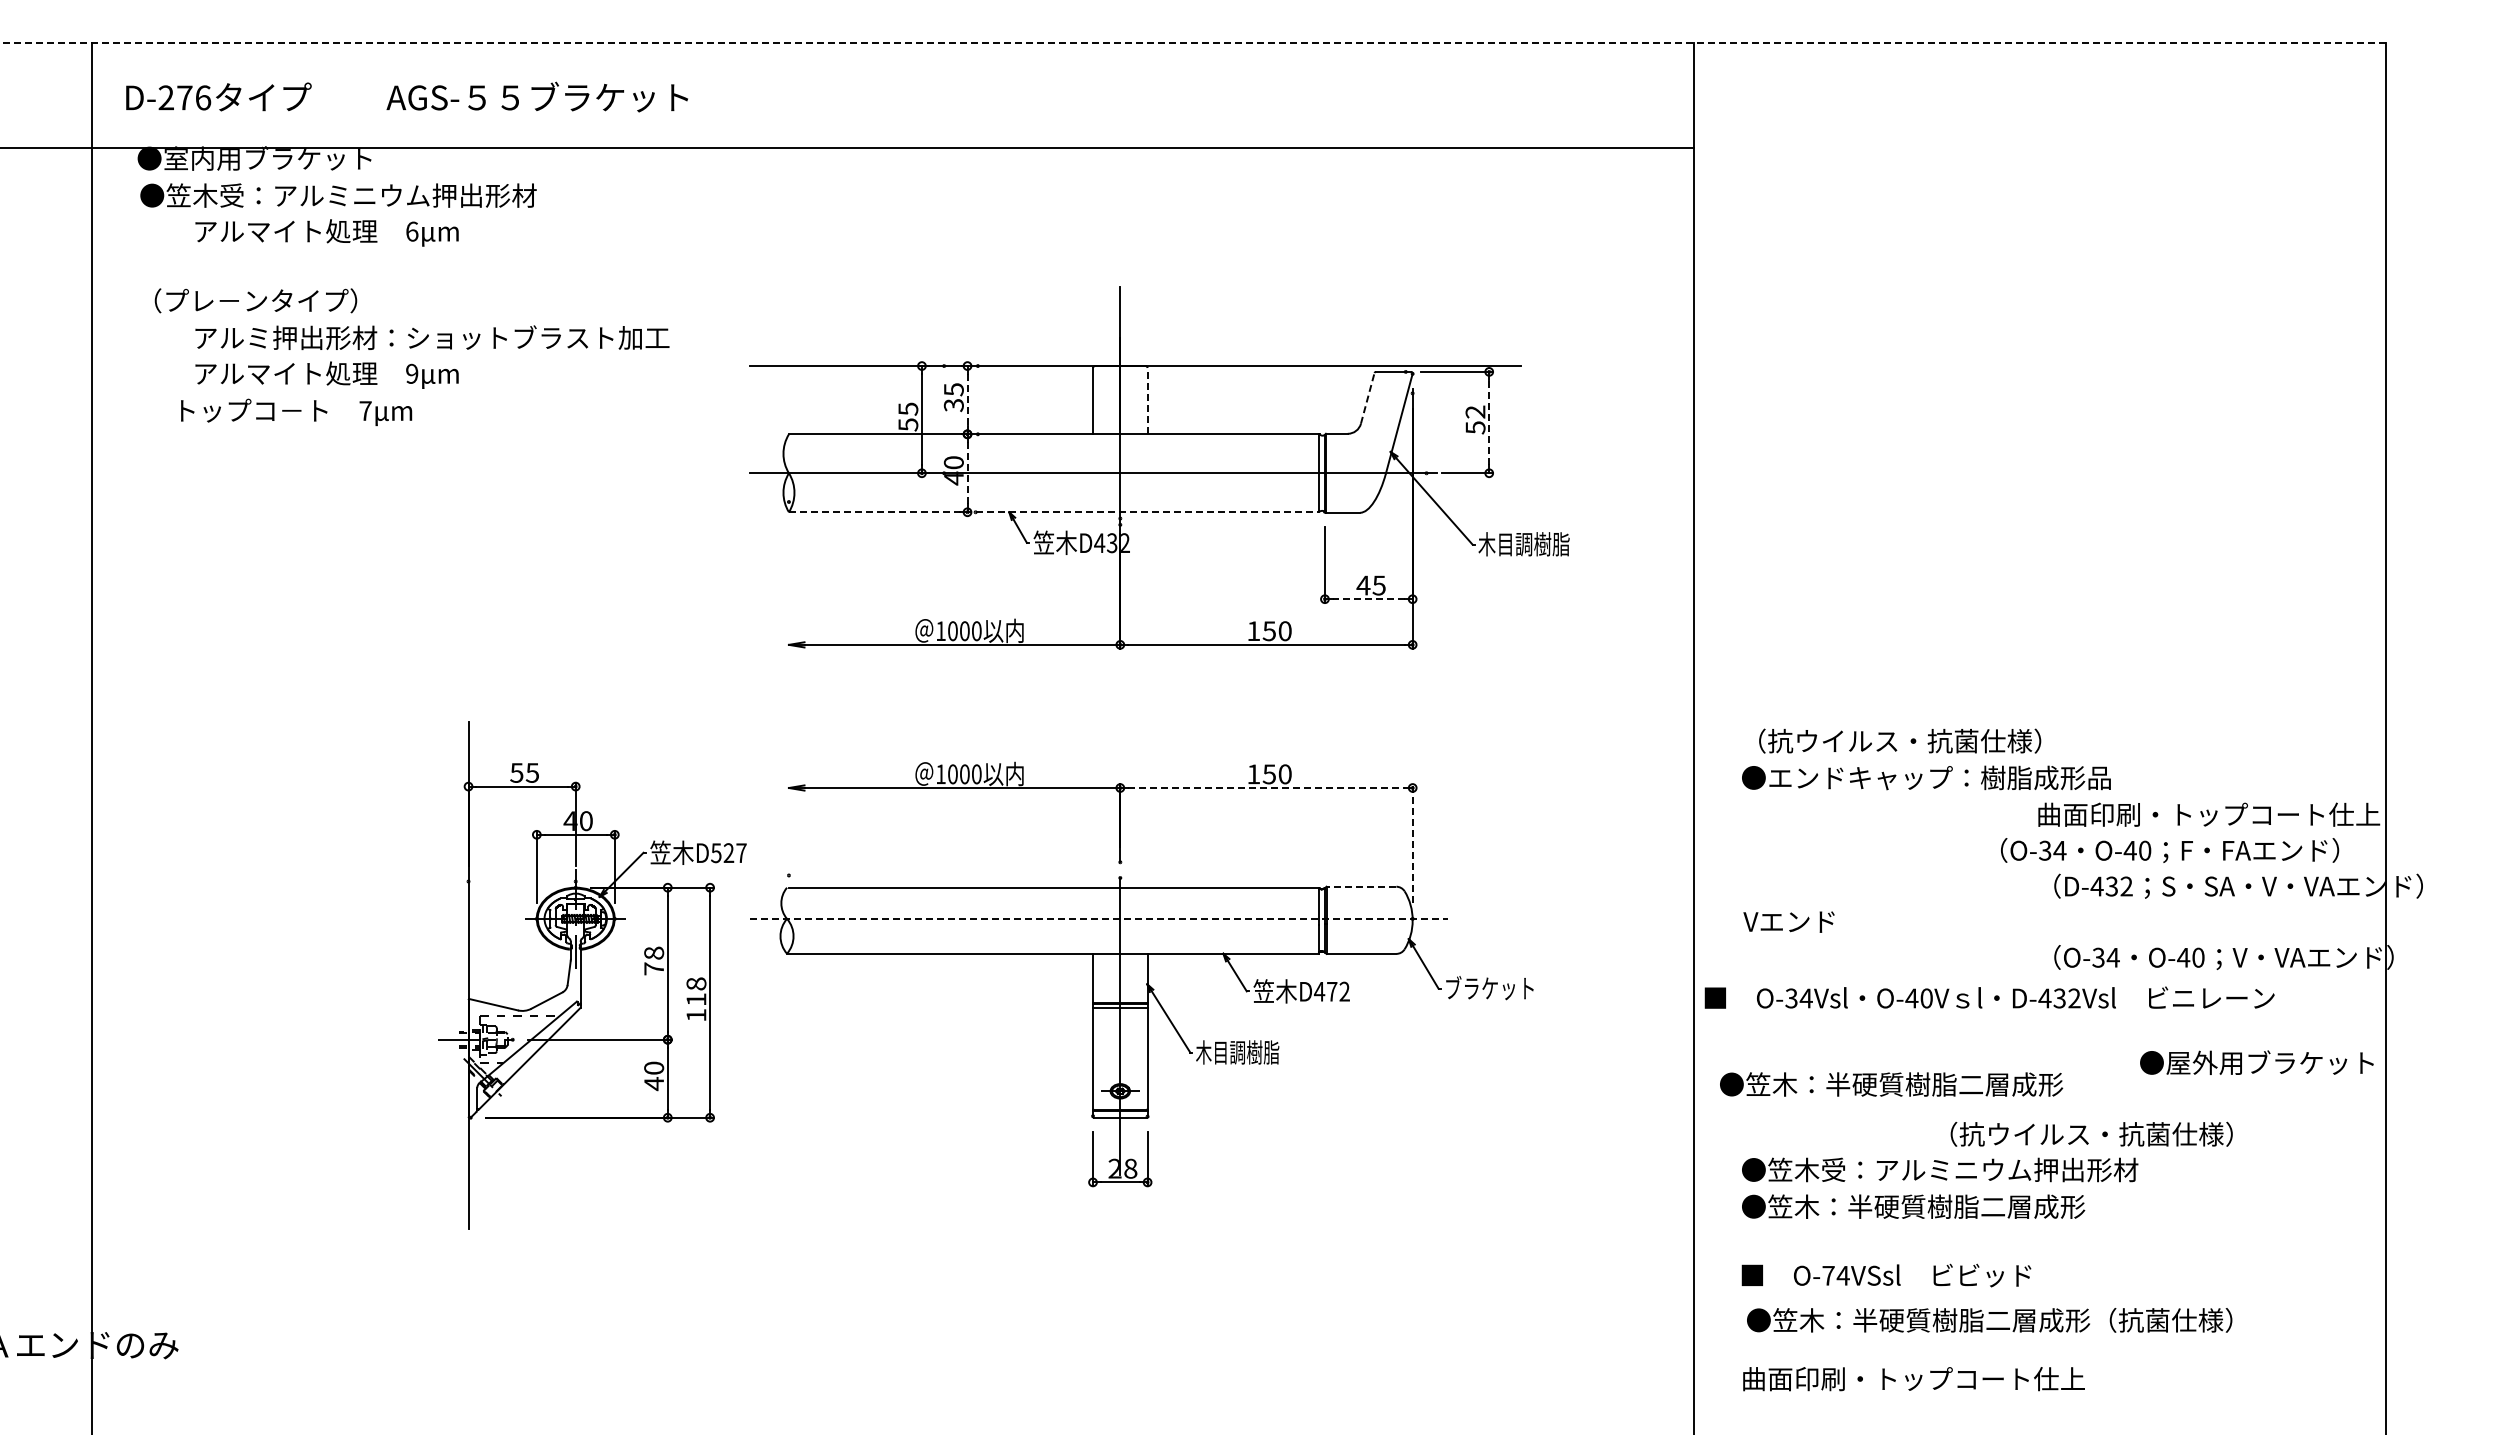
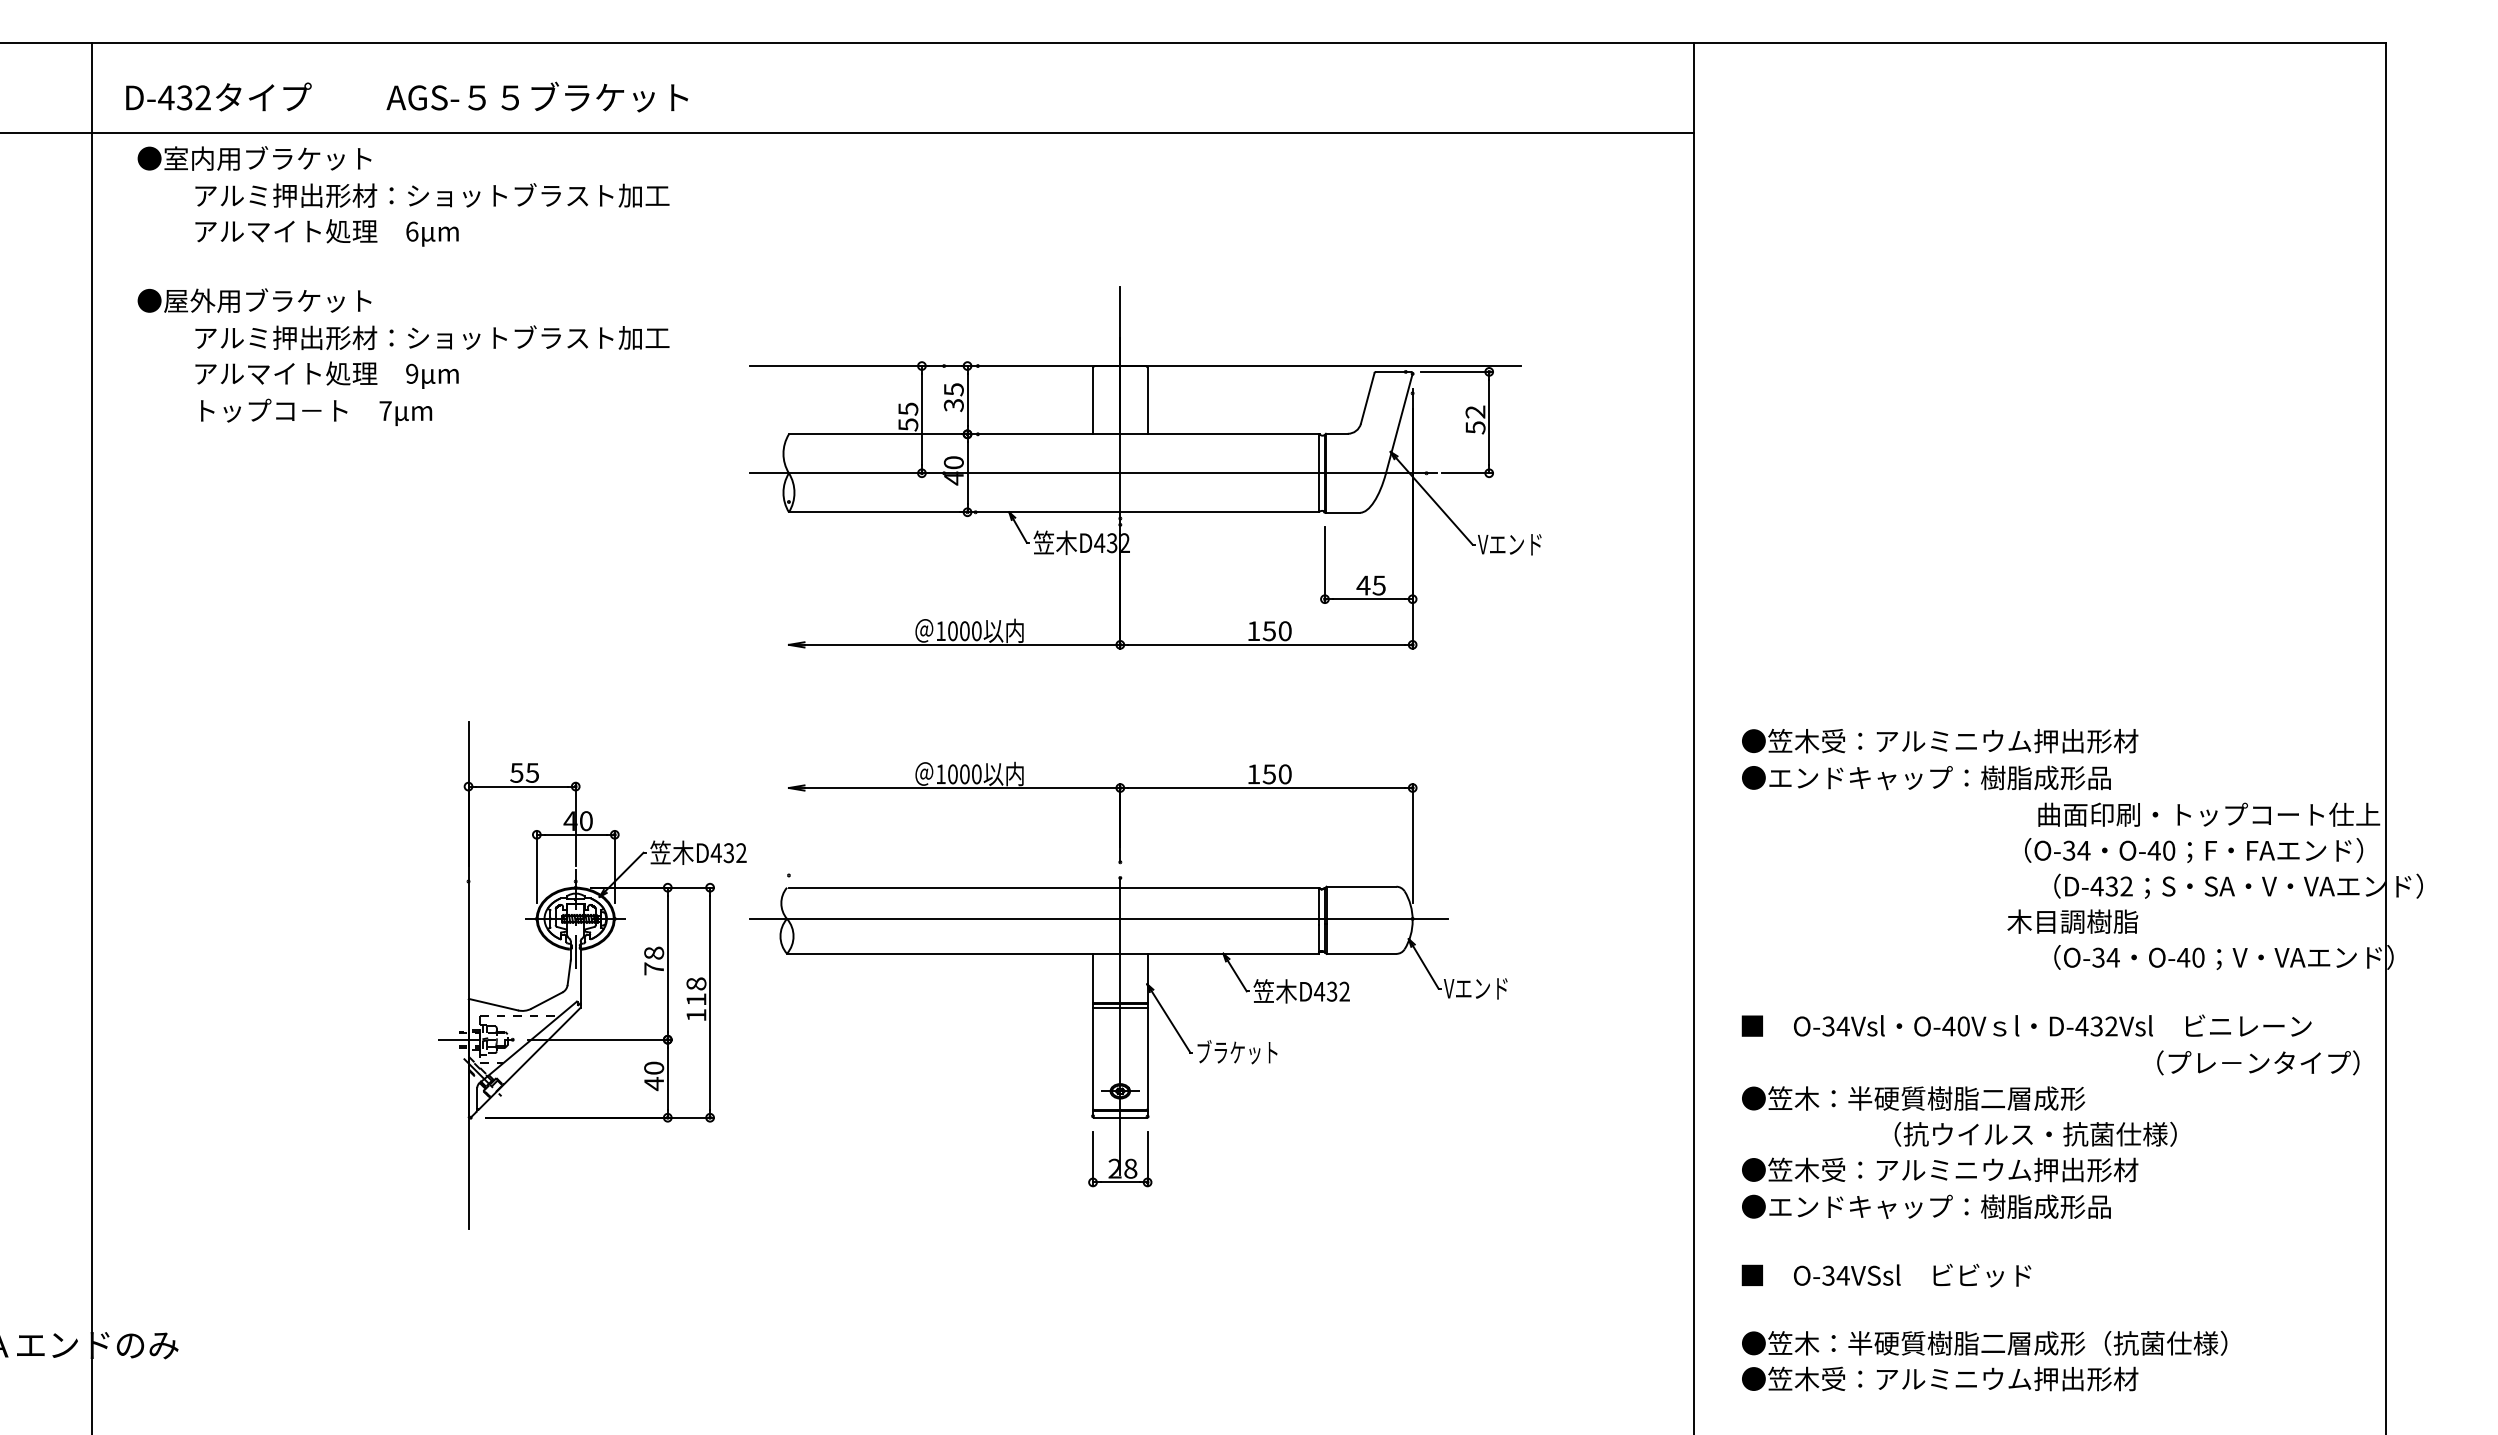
line at (1193, 42): dashed -> solid
text at (184, 97): D-276 -> D-432
line at (848, 148) position: (848, 148) -> (848, 133)
text at (404, 195): ●笠木受：アルミニウム押出形材 -> アルミ押出形材：ショットブラスト加工
text at (254, 300): （プレ－ンタイプ） -> ●屋外用ブラケット
line at (1367, 397): dashed -> solid
line at (967, 400): dashed -> solid
line at (1147, 400): dashed -> solid
text at (296, 411) position: (296, 411) -> (316, 411)
line at (1489, 422): dashed -> solid
line at (967, 473): dashed -> solid
line at (1054, 512): dashed -> solid
text at (1523, 544): 木目調樹脂 -> Vエンド
line at (1368, 599): dashed -> solid
text at (1940, 740): （抗ウイルス・抗菌仕様） -> ●笠木受：アルミニウム押出形材
line at (1267, 788): dashed -> solid
line at (1412, 843): dashed -> solid
text at (2170, 850) position: (2170, 850) -> (2194, 850)
text at (728, 853): D527 -> D432
line at (1361, 886): dashed -> solid
line at (1098, 918): dashed -> solid
text at (1940, 921): Vエンド -> 木目調樹脂
text at (1488, 988): ブラケット -> Vエンド
text at (1331, 991): D472 -> D432
text at (1989, 997) position: (1989, 997) -> (2026, 1025)
text at (1237, 1052): 木目調樹脂 -> ブラケット
text at (2256, 1062): ●屋外用ブラケット -> （プレ－ンタイプ）
text at (1891, 1084) position: (1891, 1084) -> (1913, 1098)
text at (2091, 1133) position: (2091, 1133) -> (2035, 1133)
text at (1939, 1206): ●笠木：半硬質樹脂二層成形 -> ●エンドキャップ：樹脂成形品
text at (1828, 1275): O-74VSsl -> O-34VSsl
text at (1989, 1320) position: (1989, 1320) -> (1984, 1343)
text at (1940, 1378): 曲面印刷・トップコート仕上 -> ●笠木受：アルミニウム押出形材
